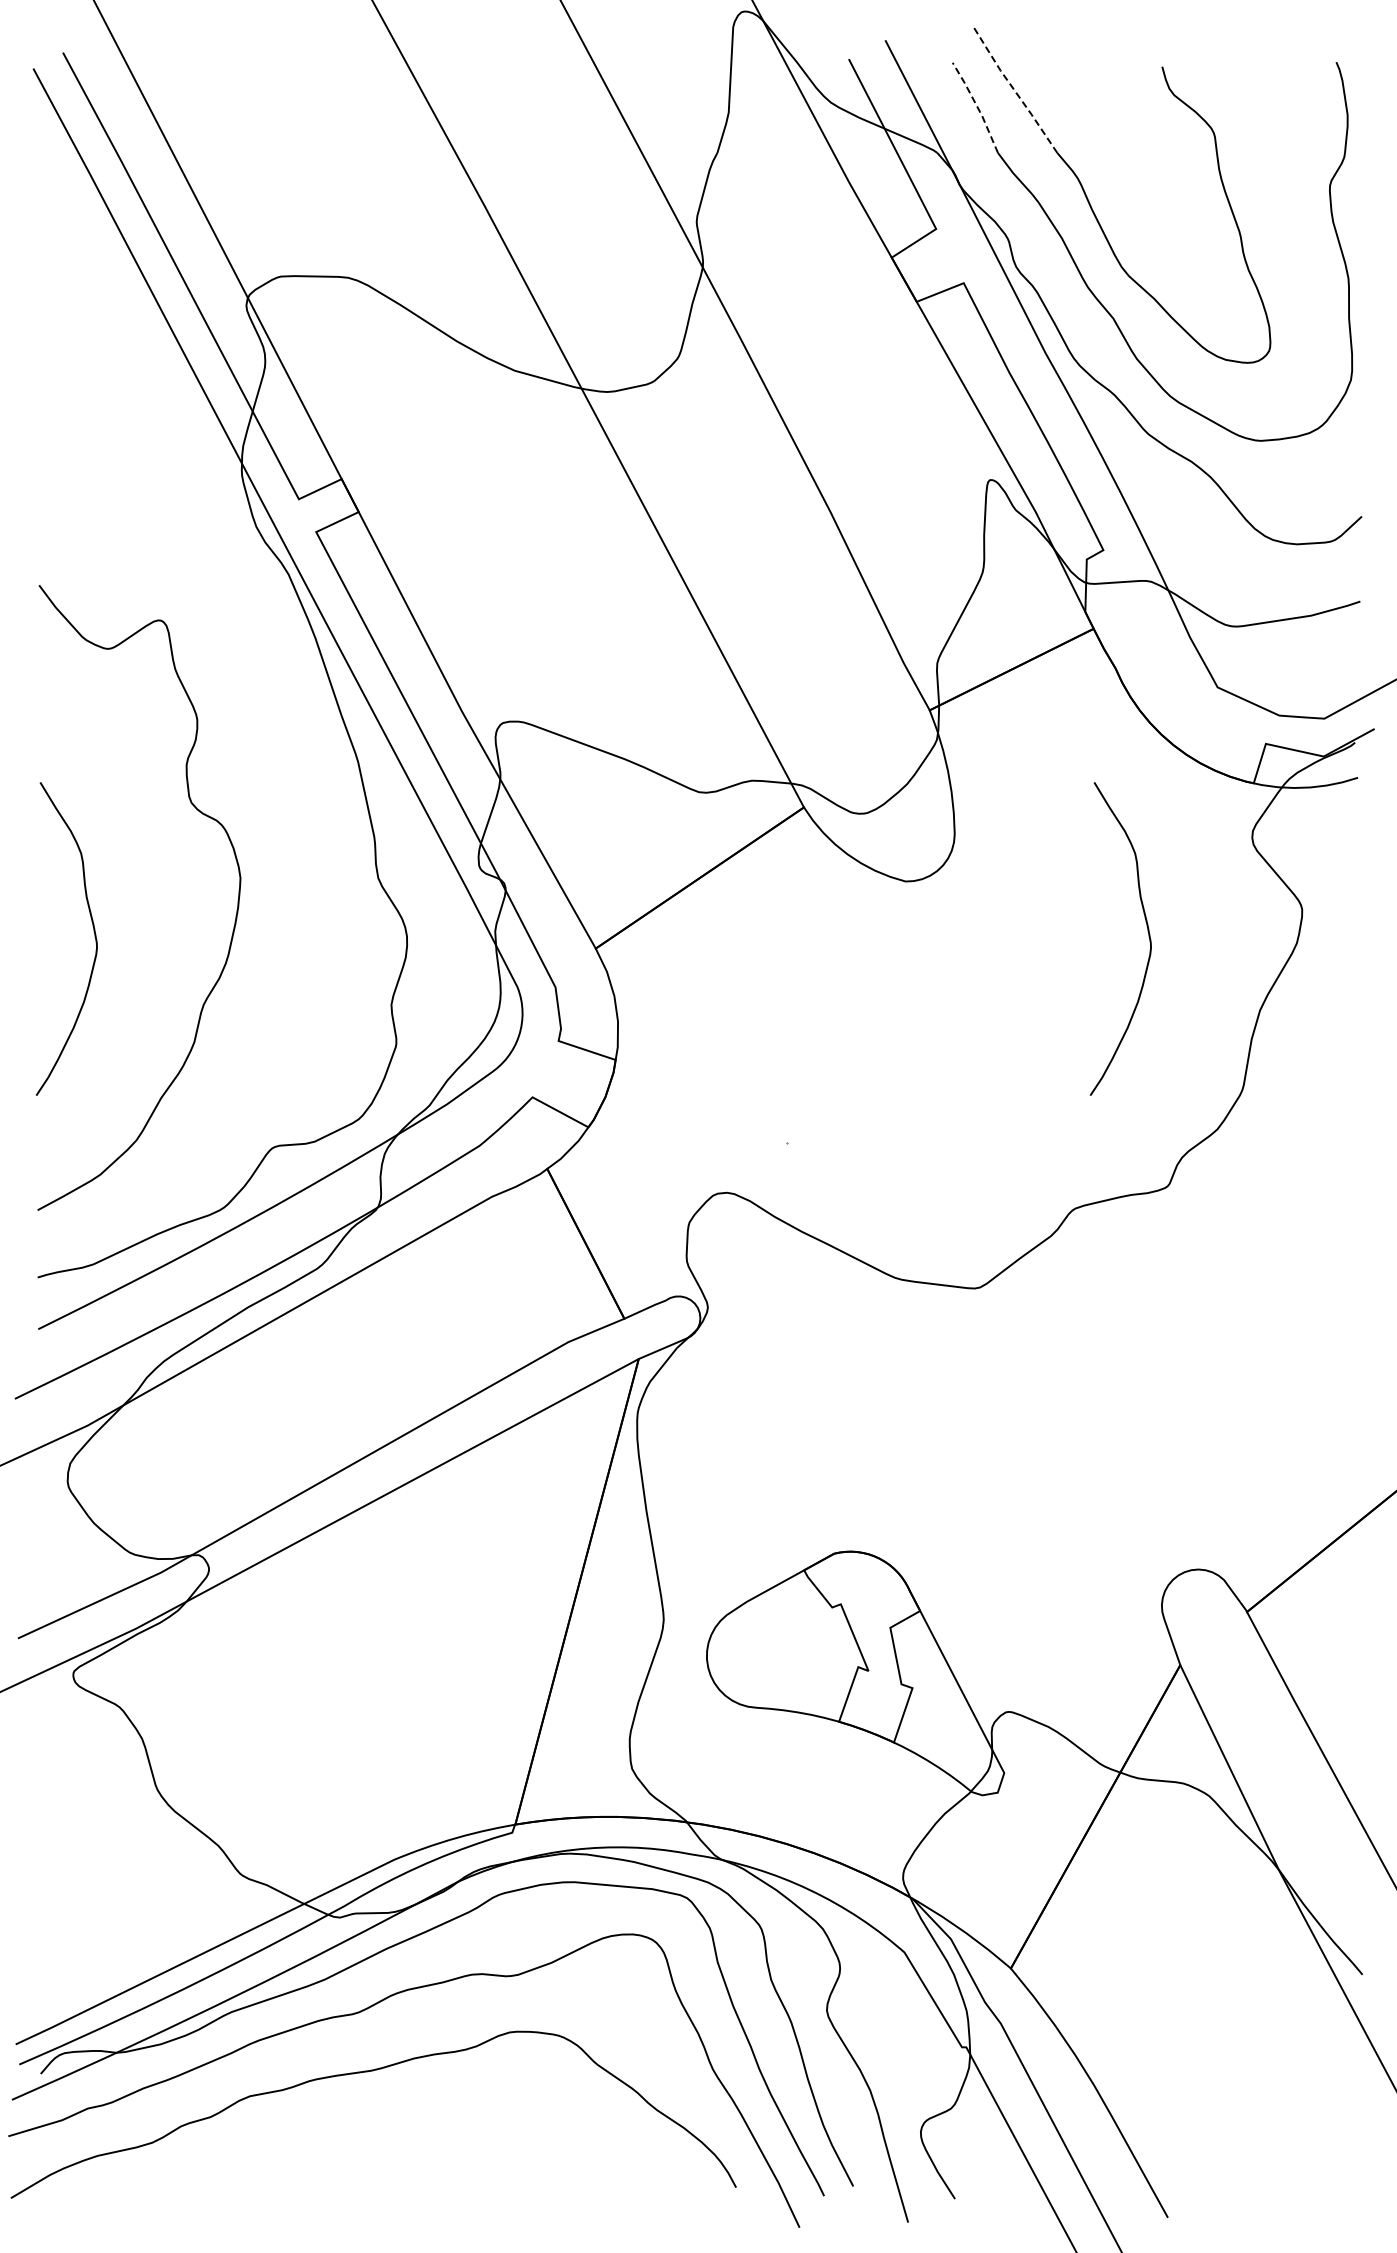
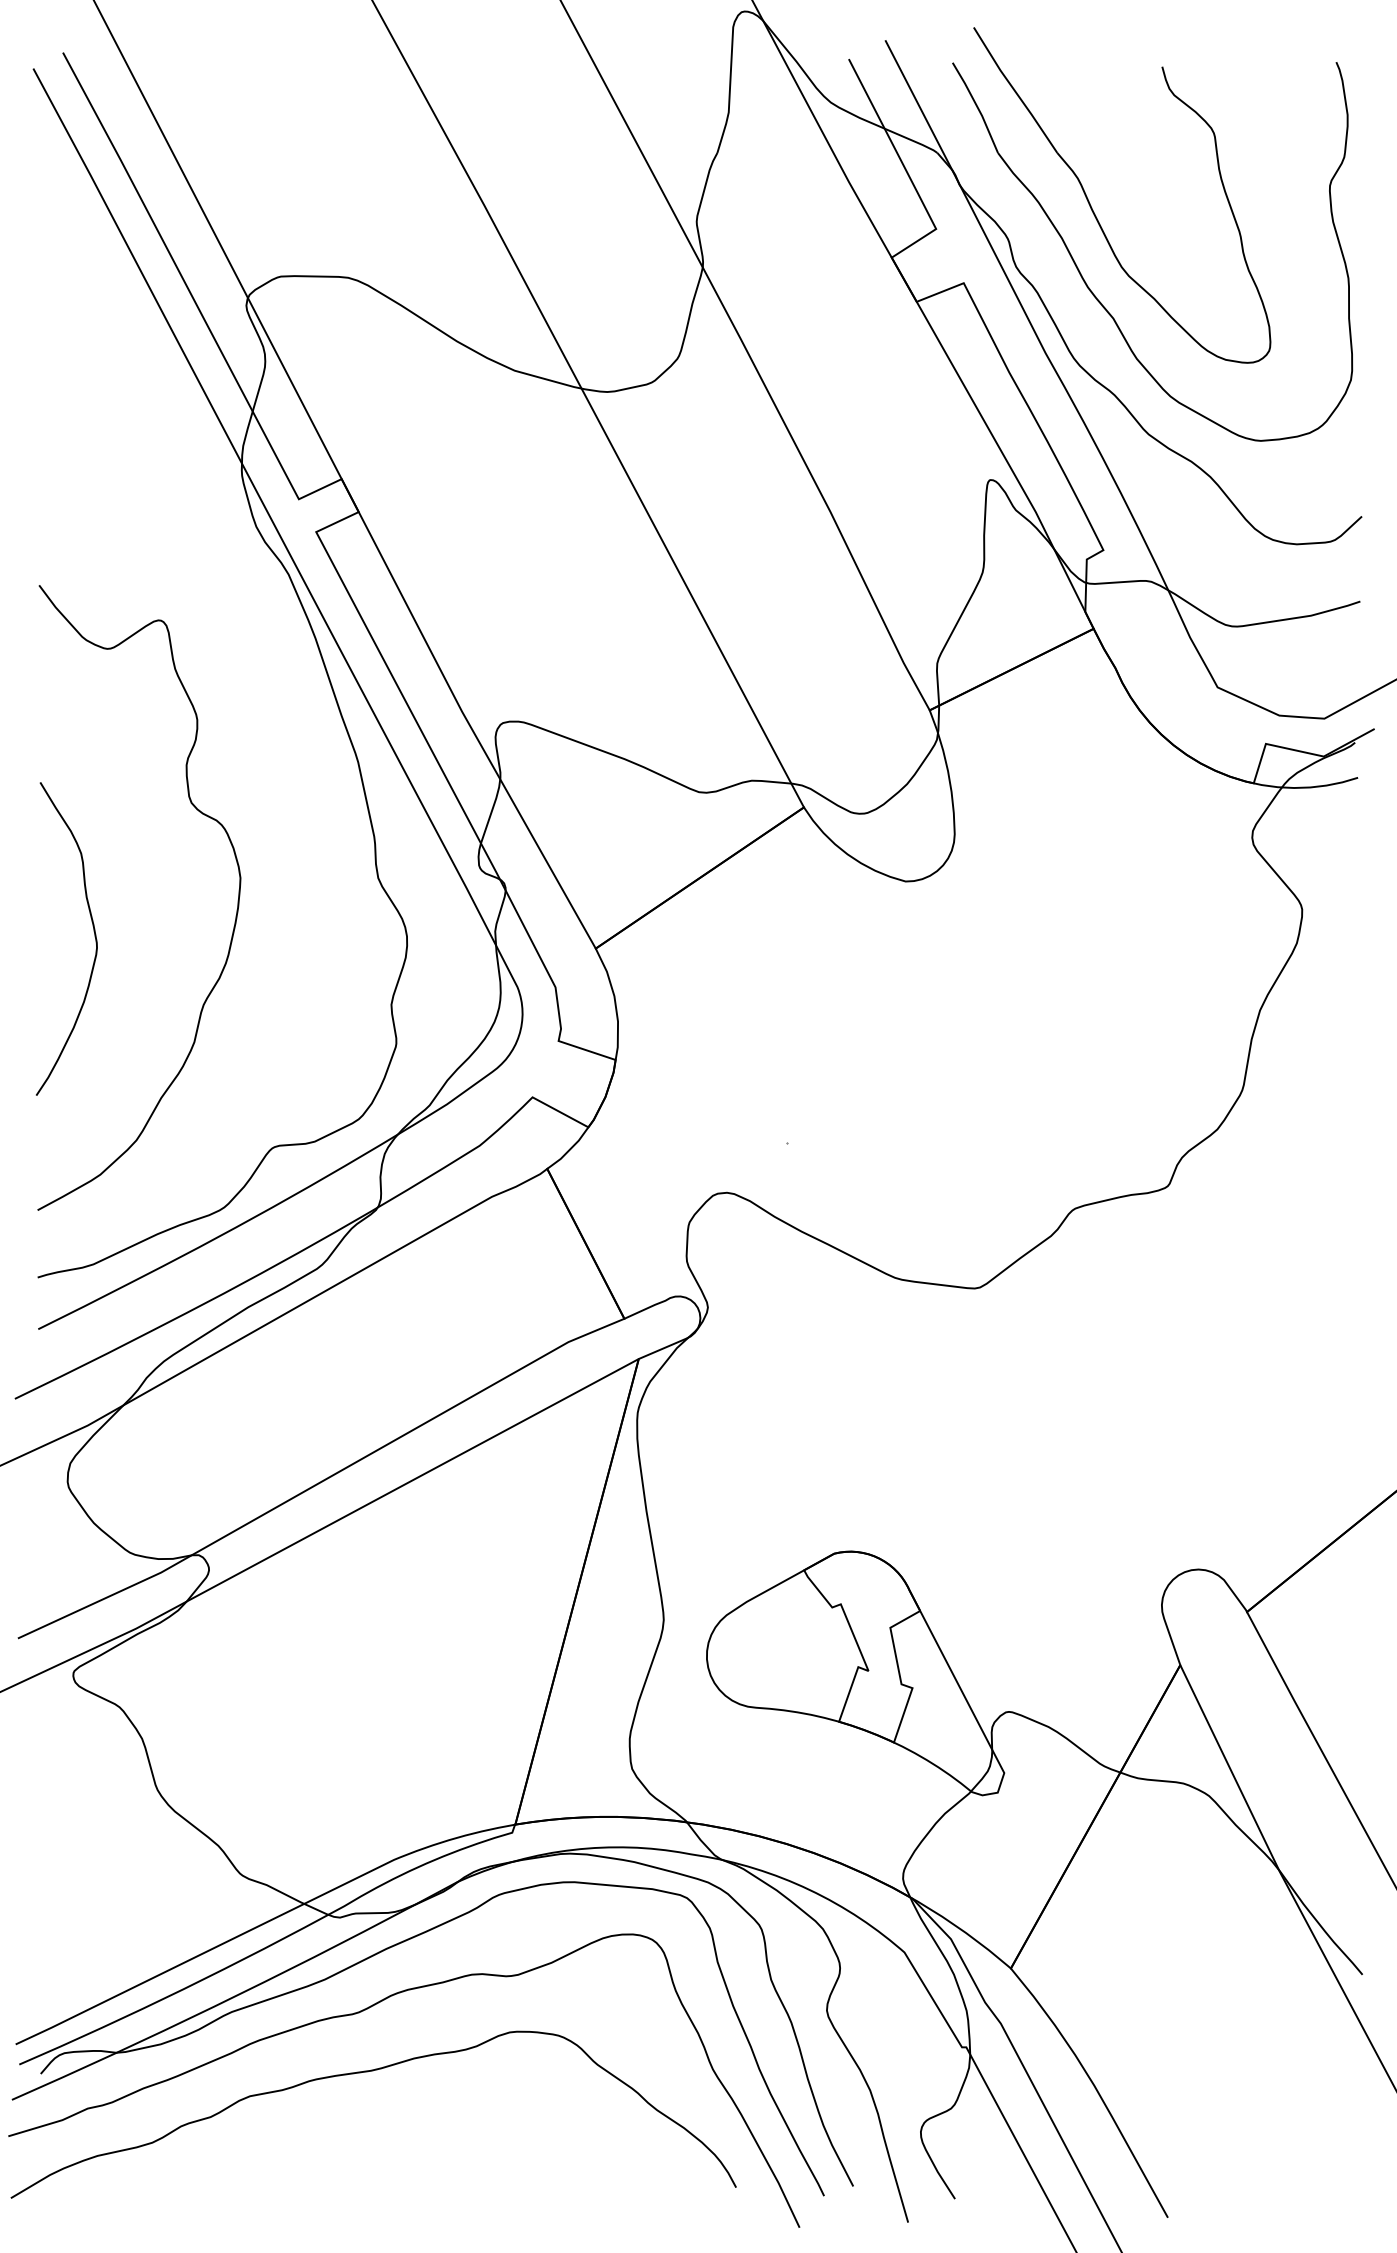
line at (1014, 90): dashed -> solid
line at (977, 107): dashed -> solid
curve at (1147, 931): present -> none
